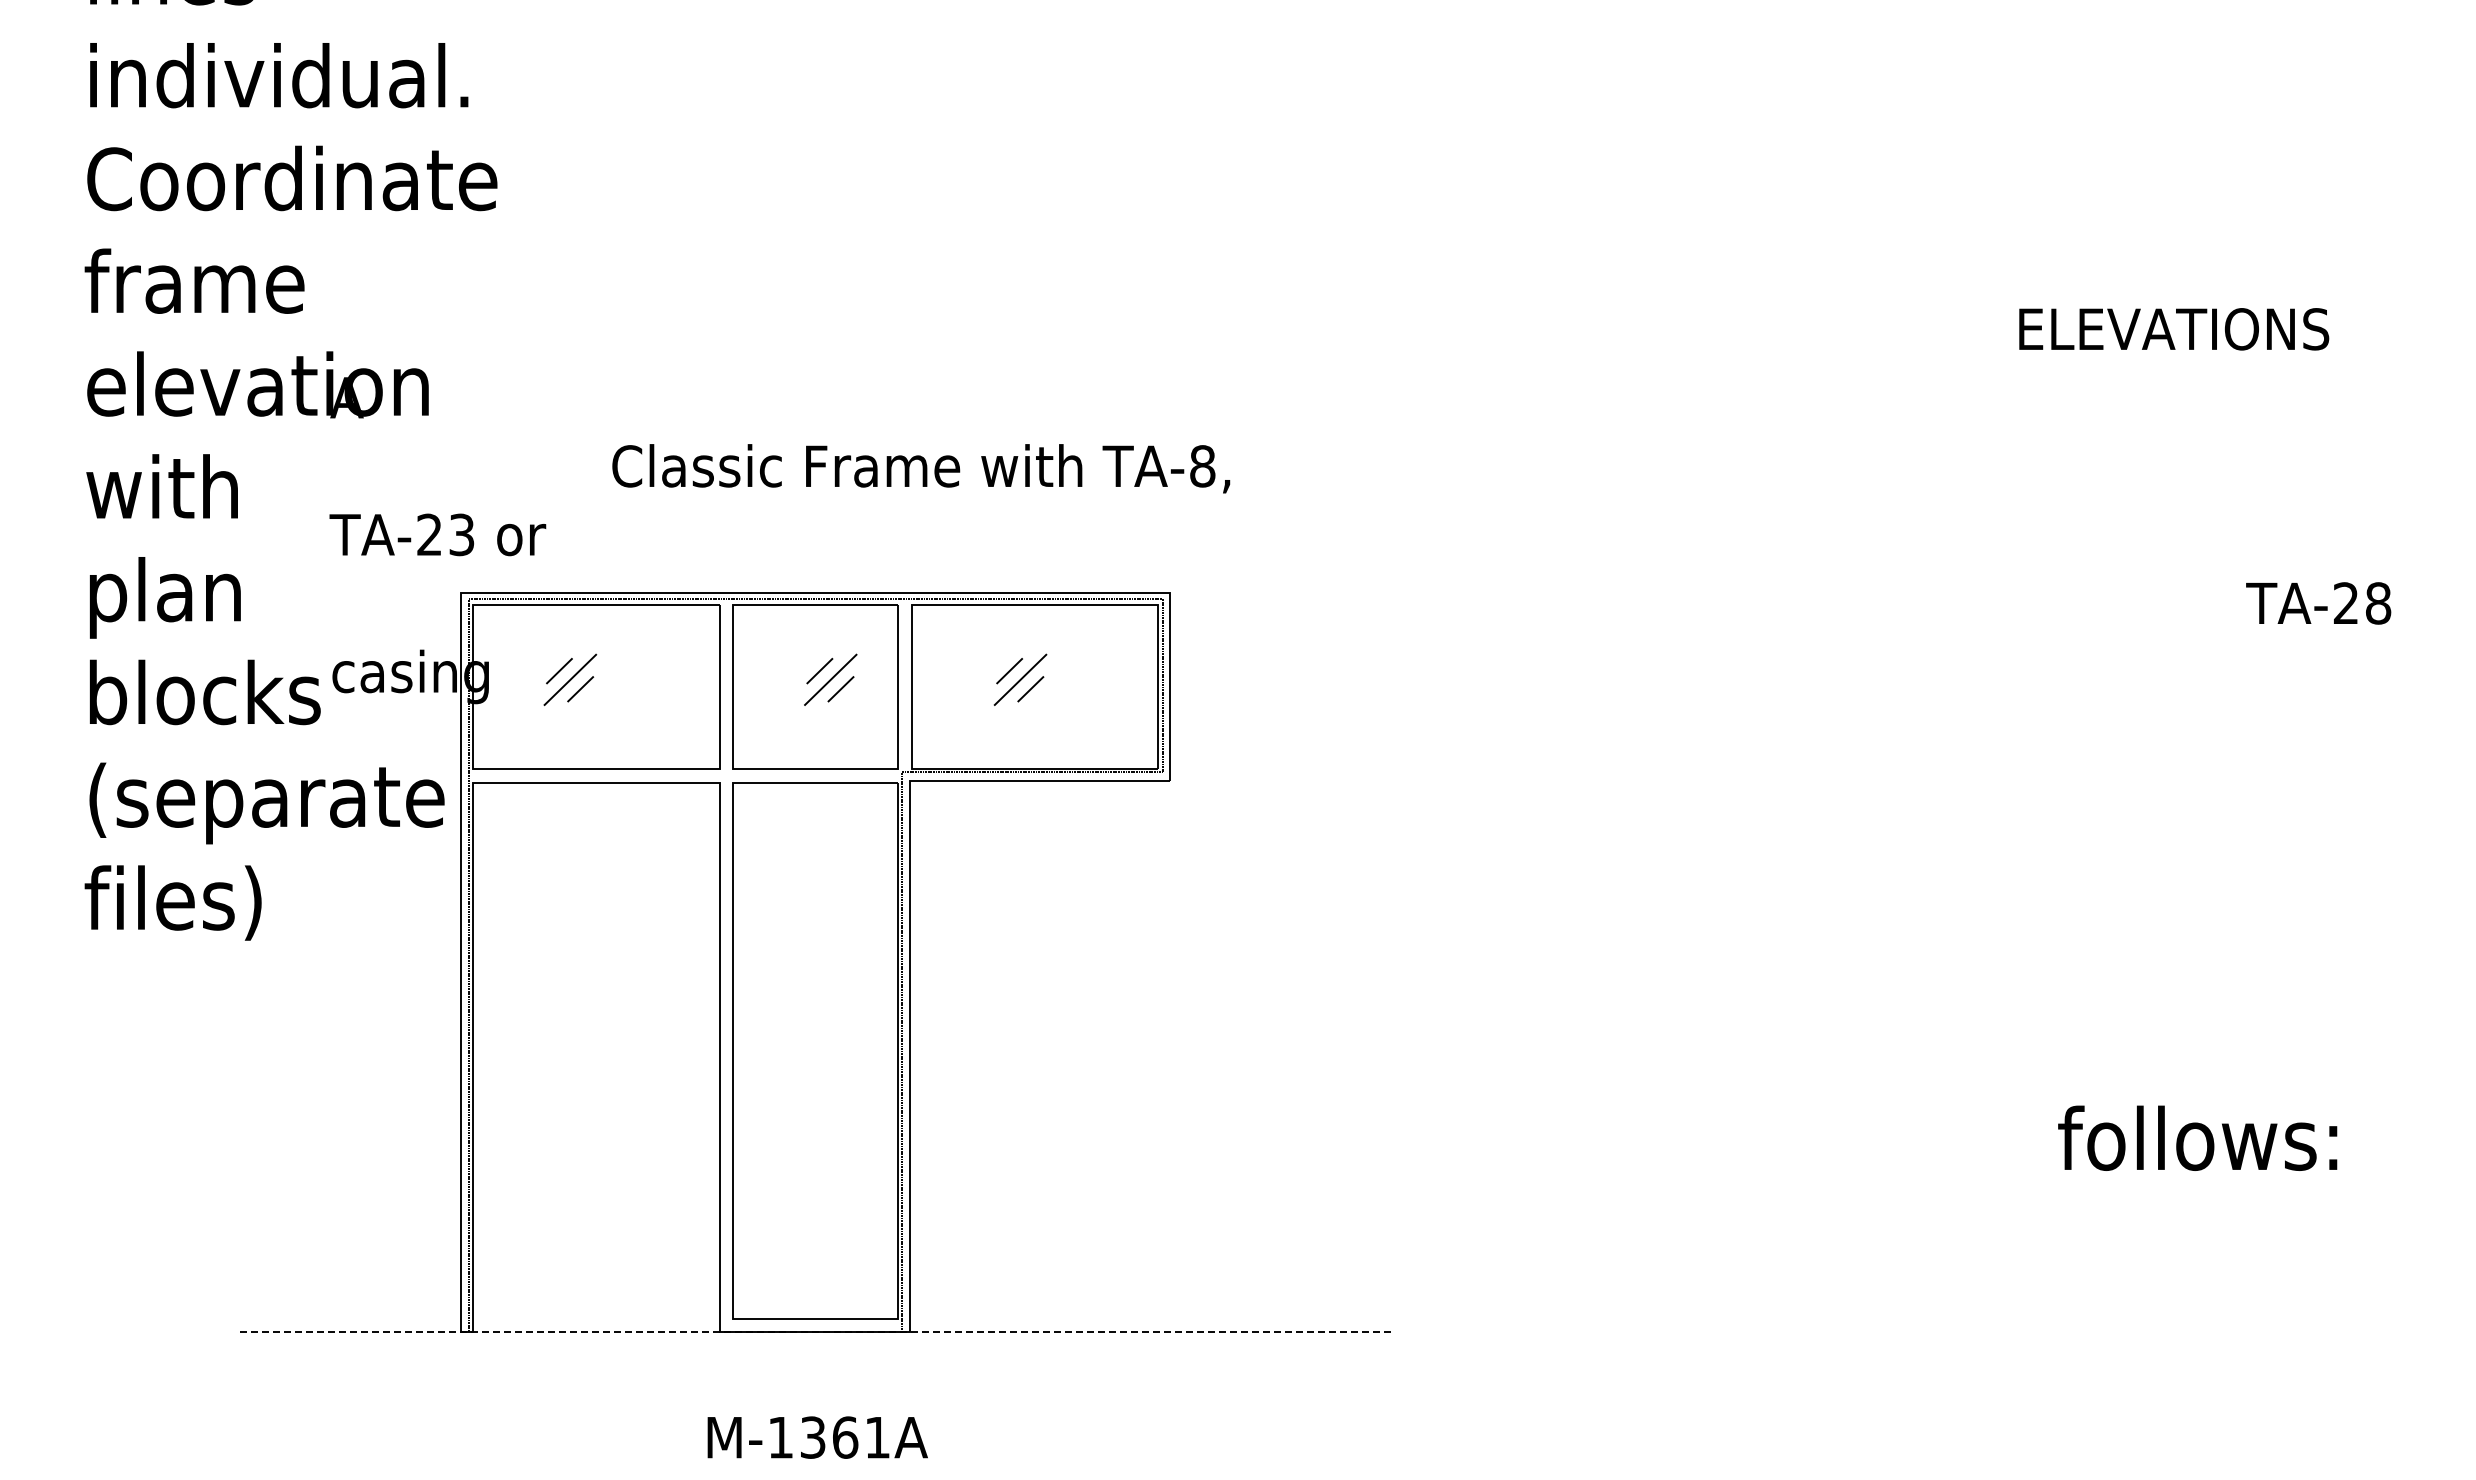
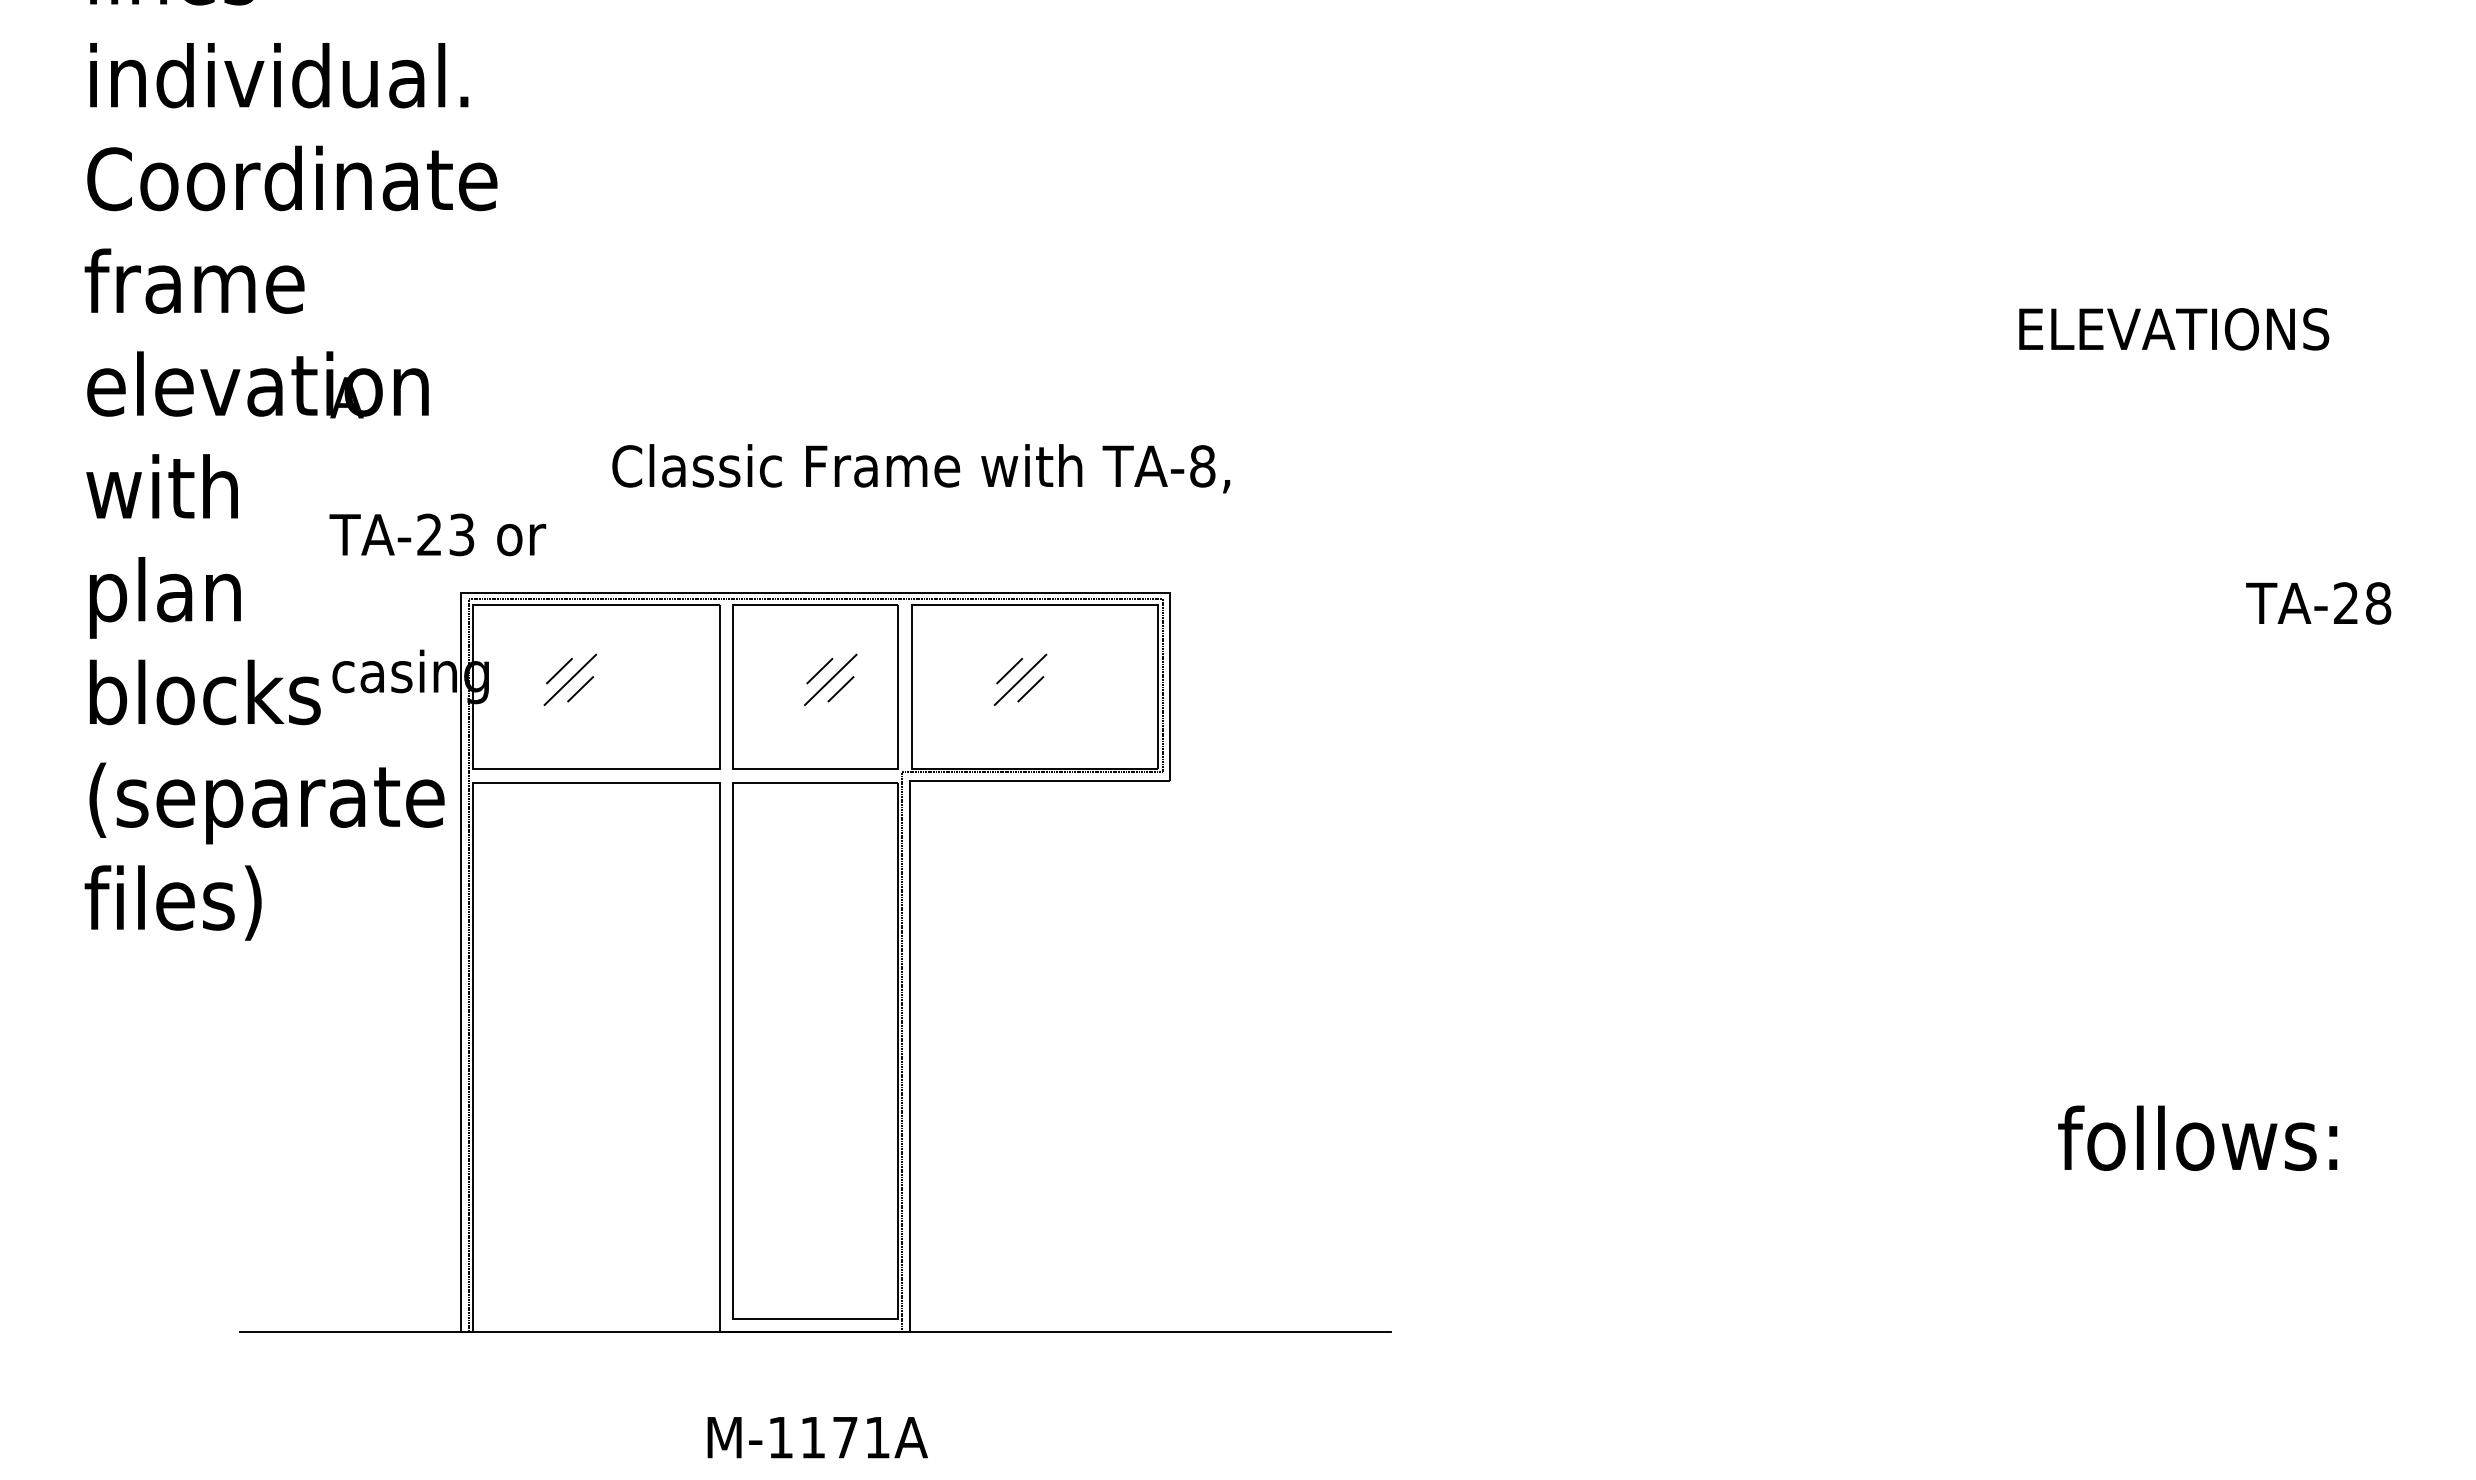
line at (815, 1332): dashed -> solid
text at (829, 1437): M-1361A -> M-1171A
